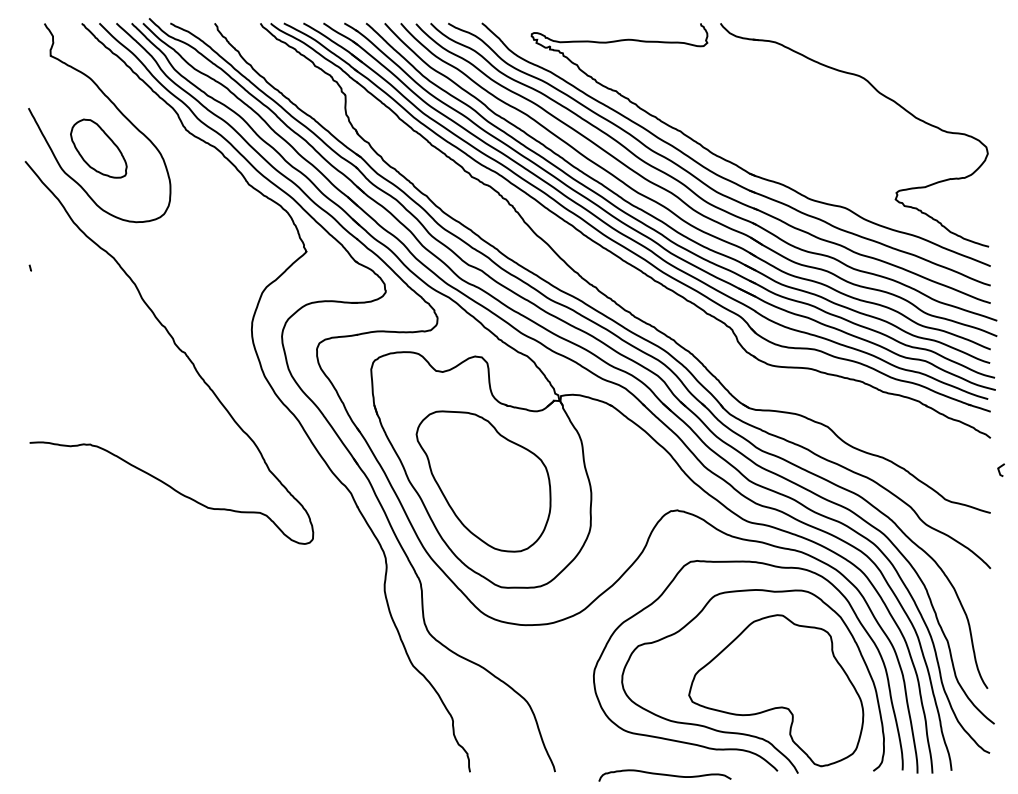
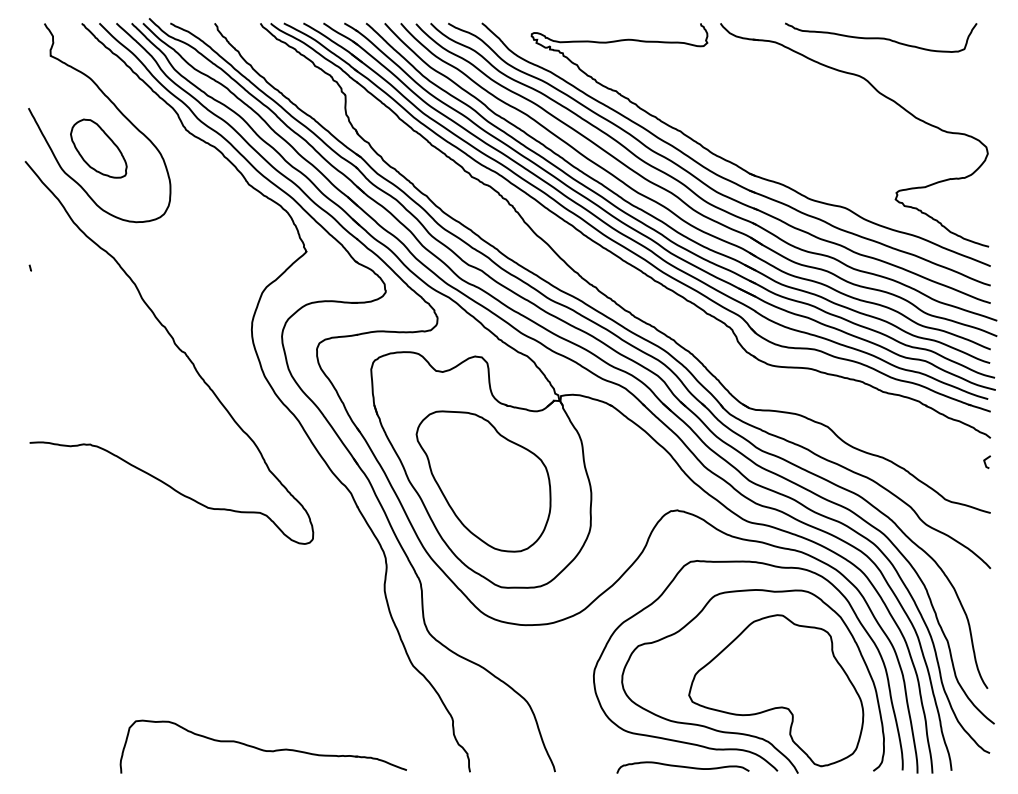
curve at (881, 37): none -> present
curve at (999, 469) position: (999, 469) -> (985, 461)
part at (262, 746): none -> present
curve at (664, 775) position: (664, 775) -> (682, 767)
